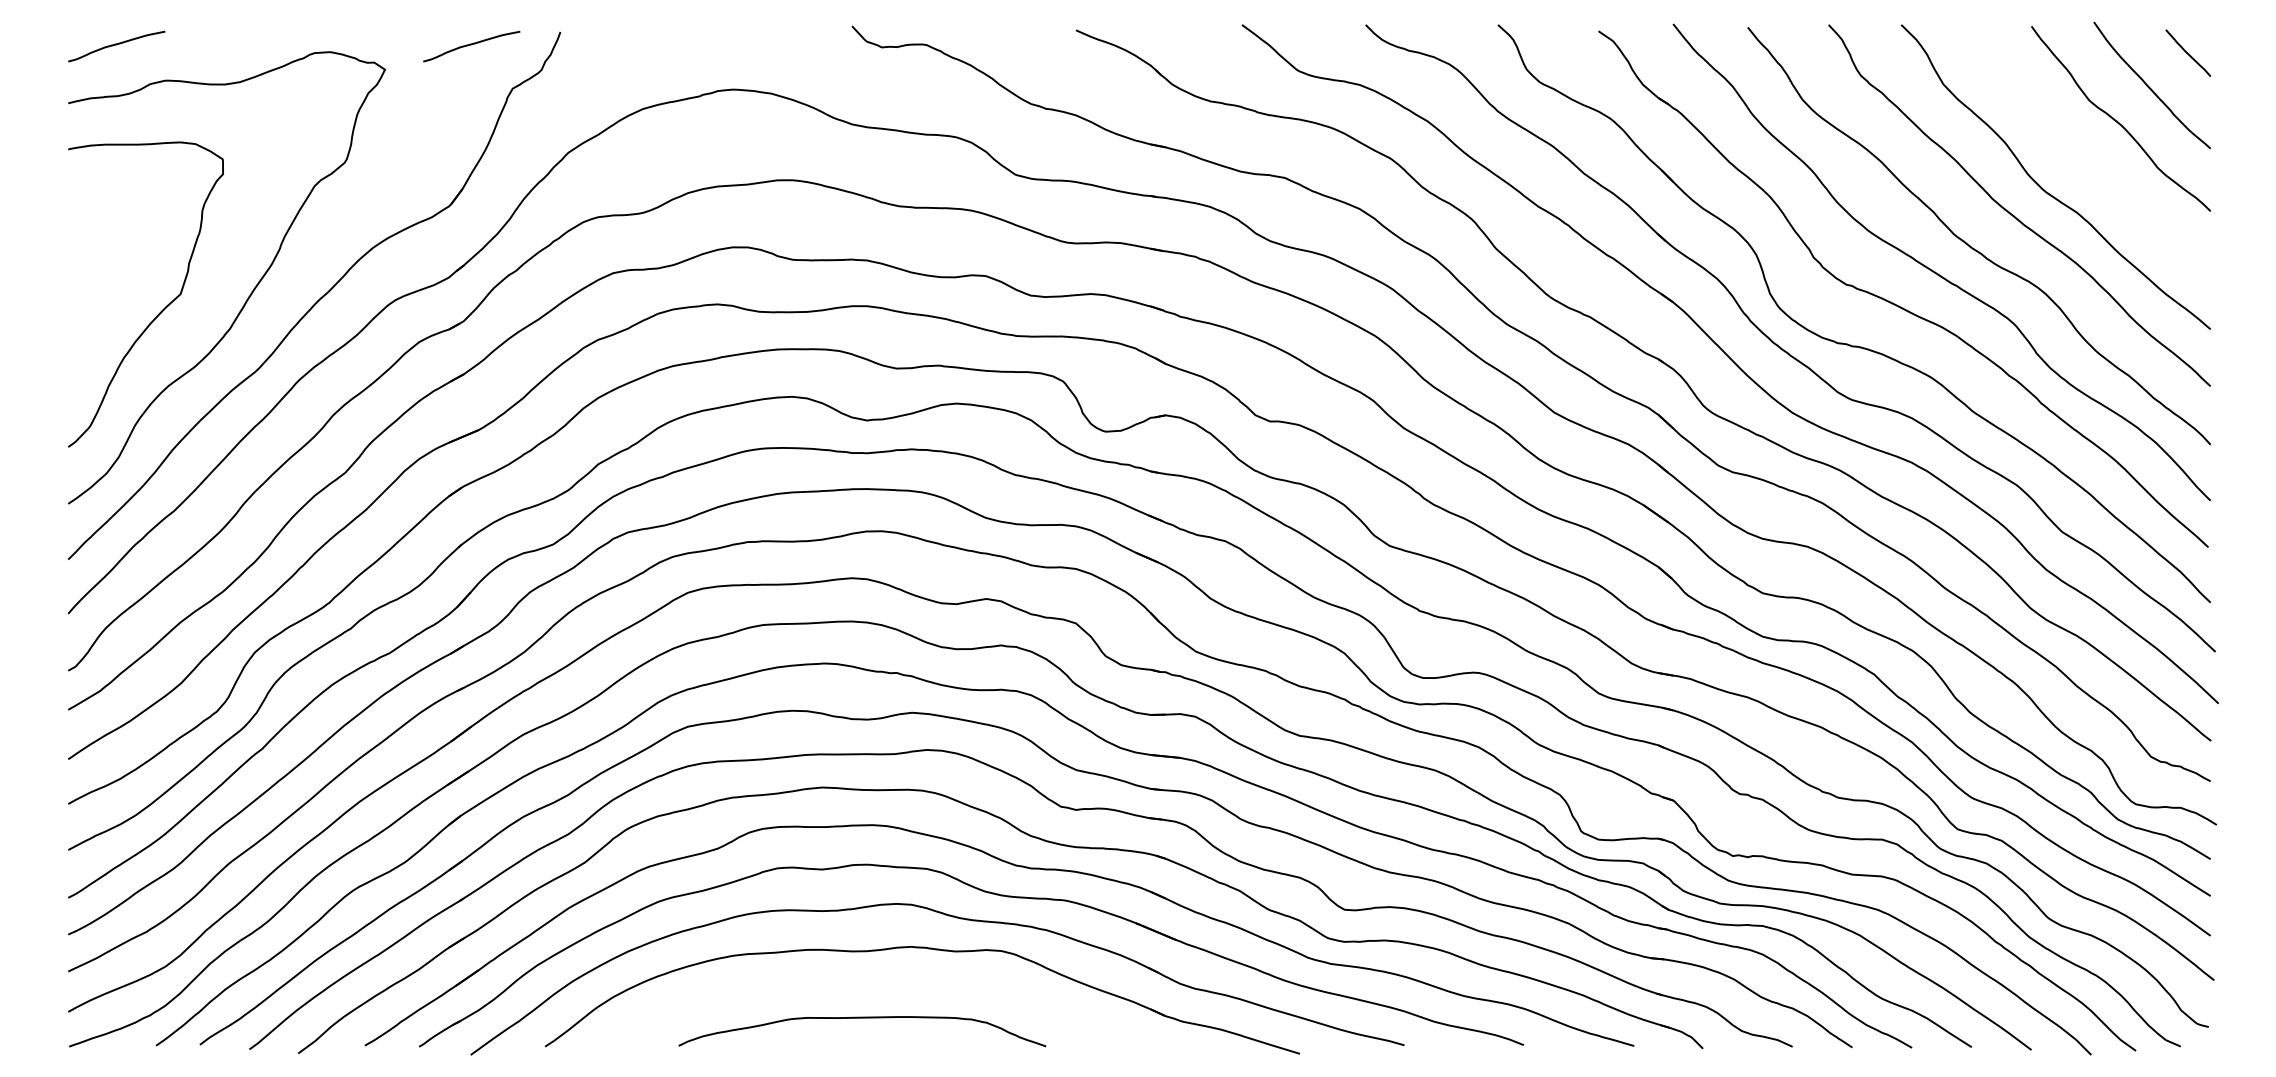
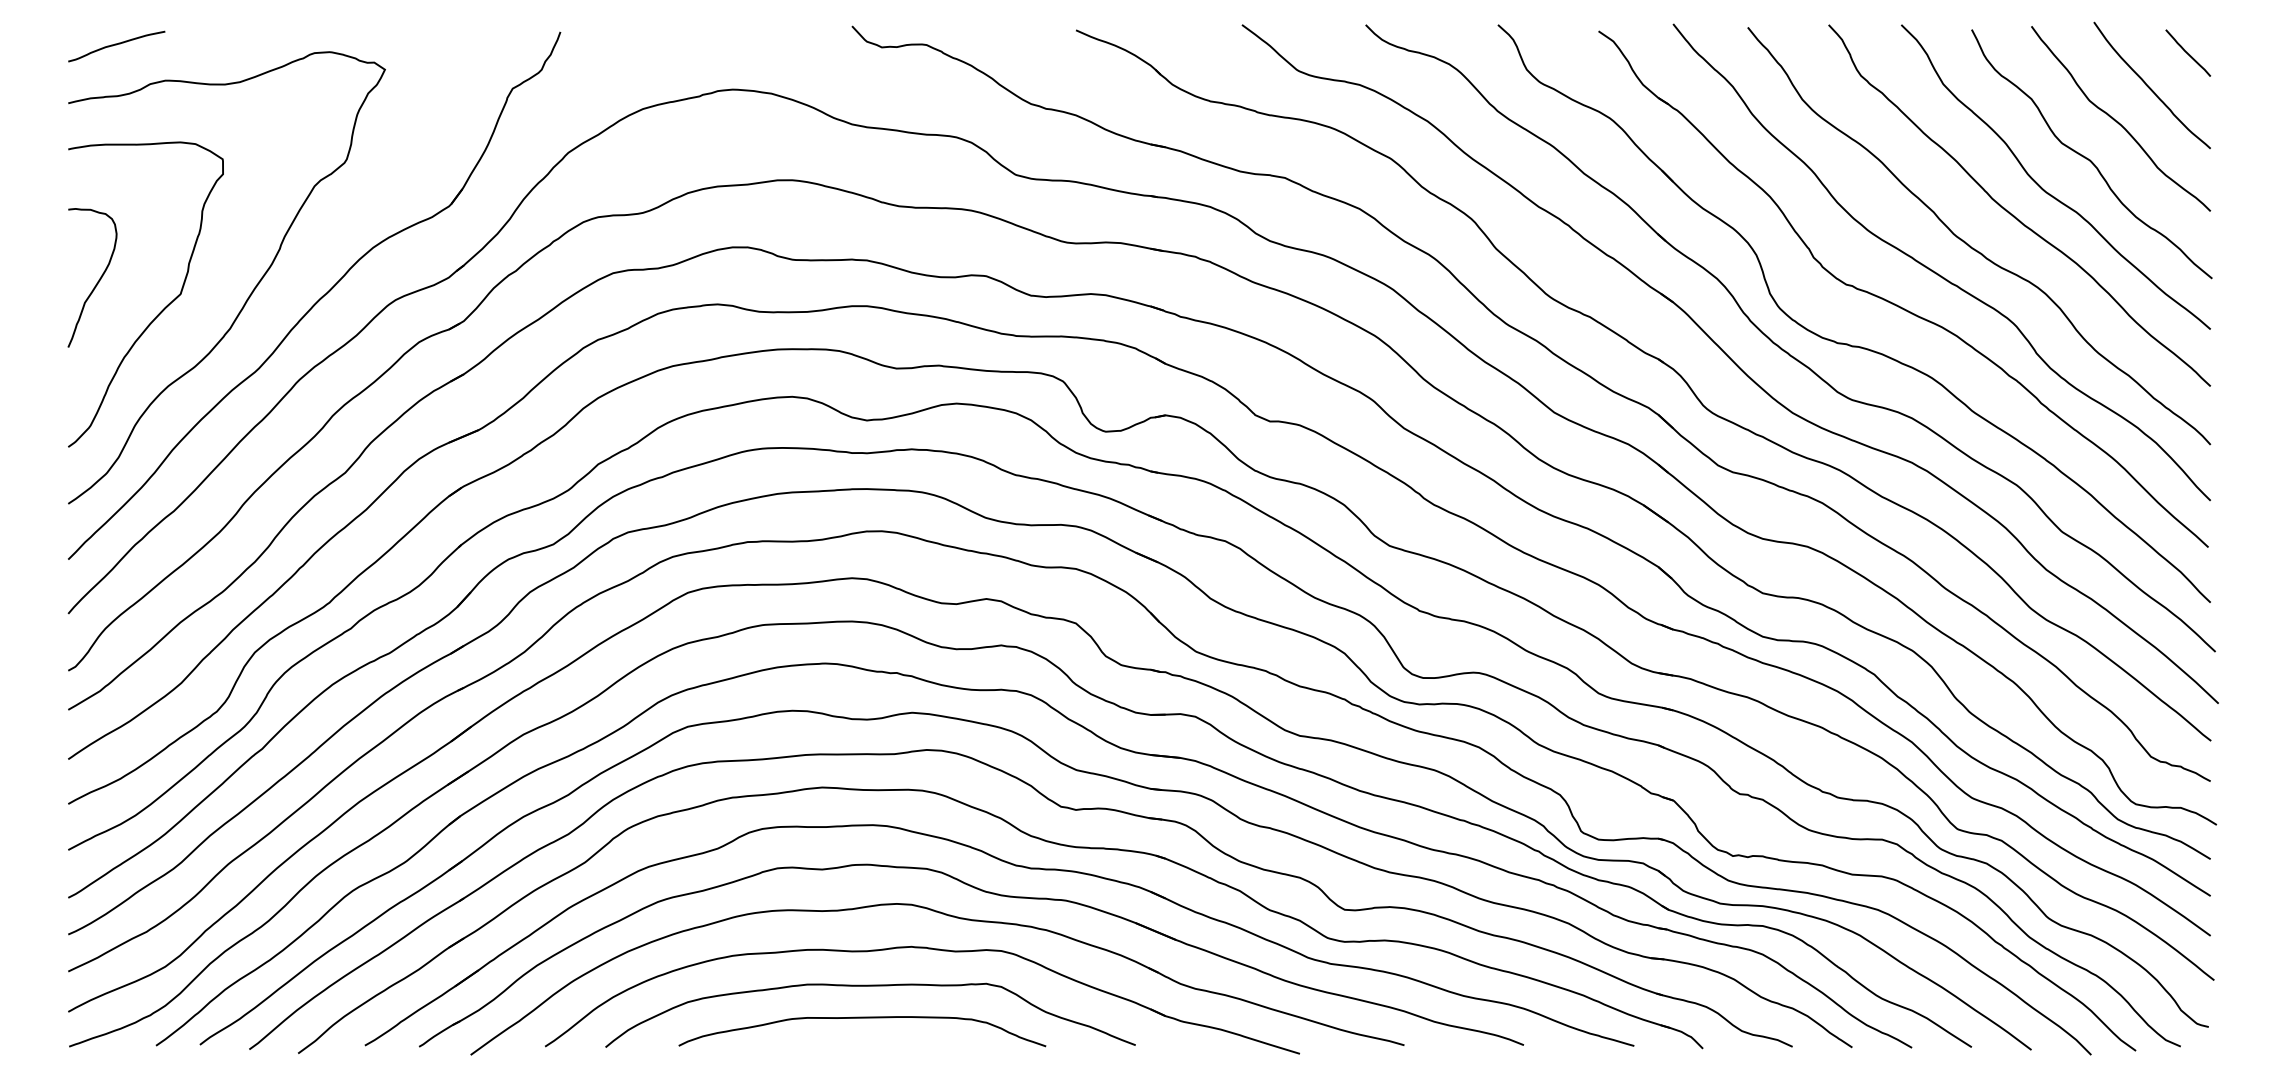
curve at (471, 45): present -> none
curve at (2087, 157): none -> present
curve at (97, 281): none -> present
curve at (870, 986): none -> present
